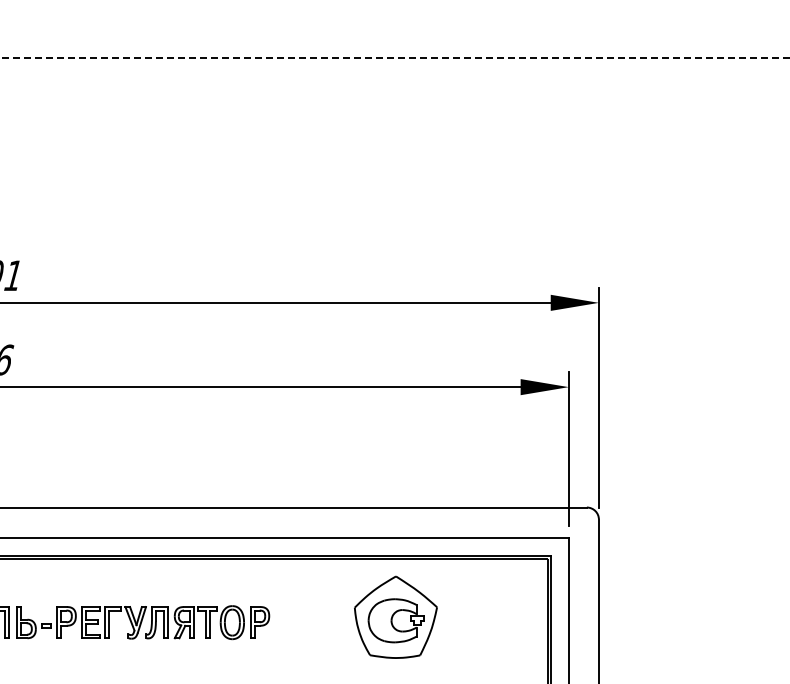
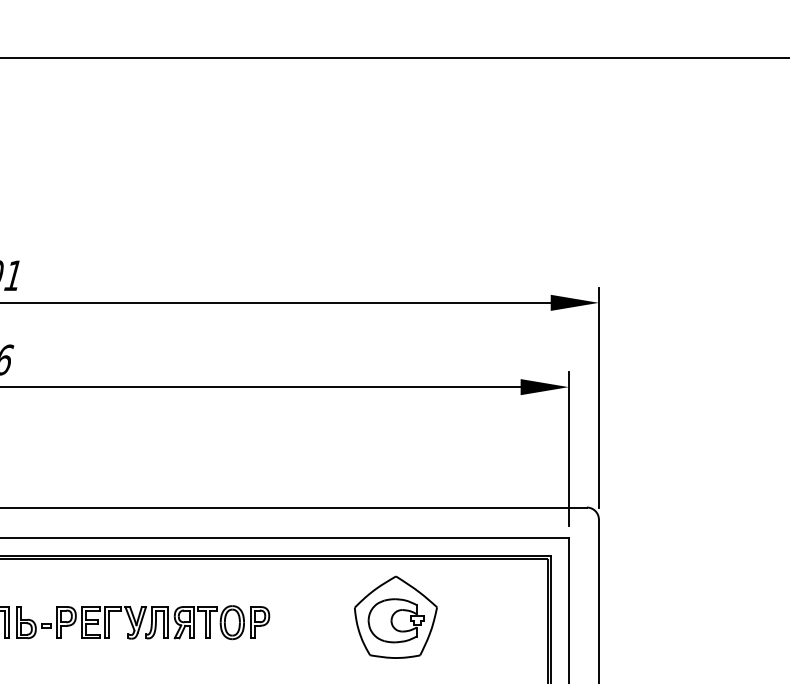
line at (395, 57): dashed -> solid
